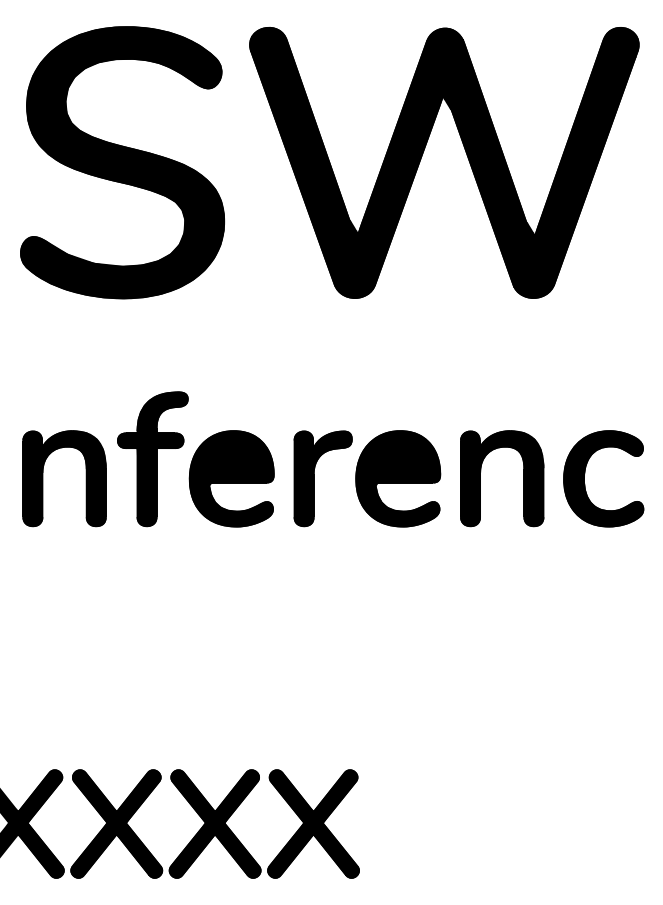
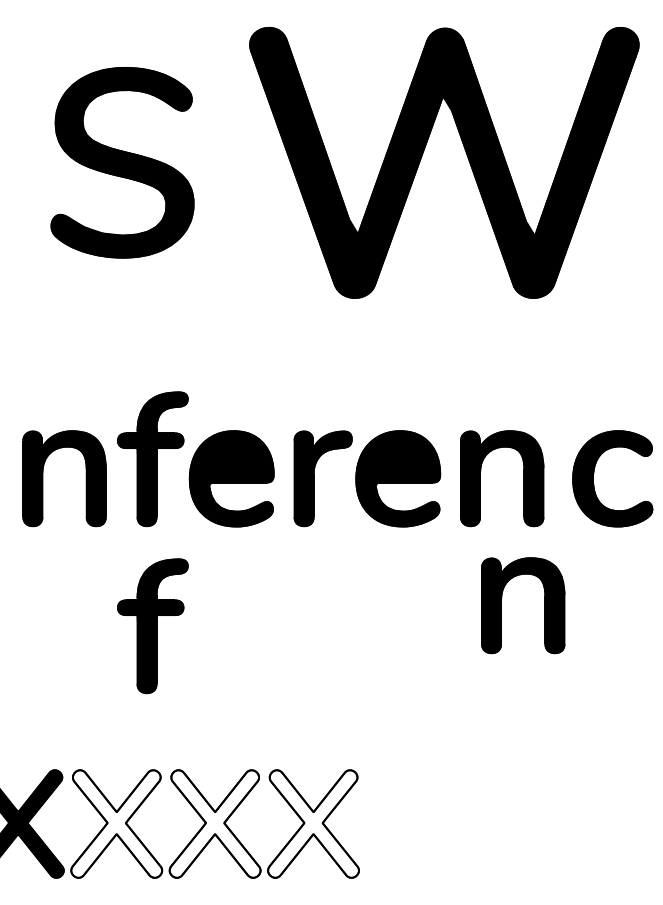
part at (122, 162) size: 205x274 px -> 145x192 px
part at (585, 473) position: (585, 473) -> (594, 473)
part at (544, 605): none -> present
part at (152, 626): none -> present
fill at (116, 823): present -> none
fill at (214, 823): present -> none
fill at (313, 823): present -> none
